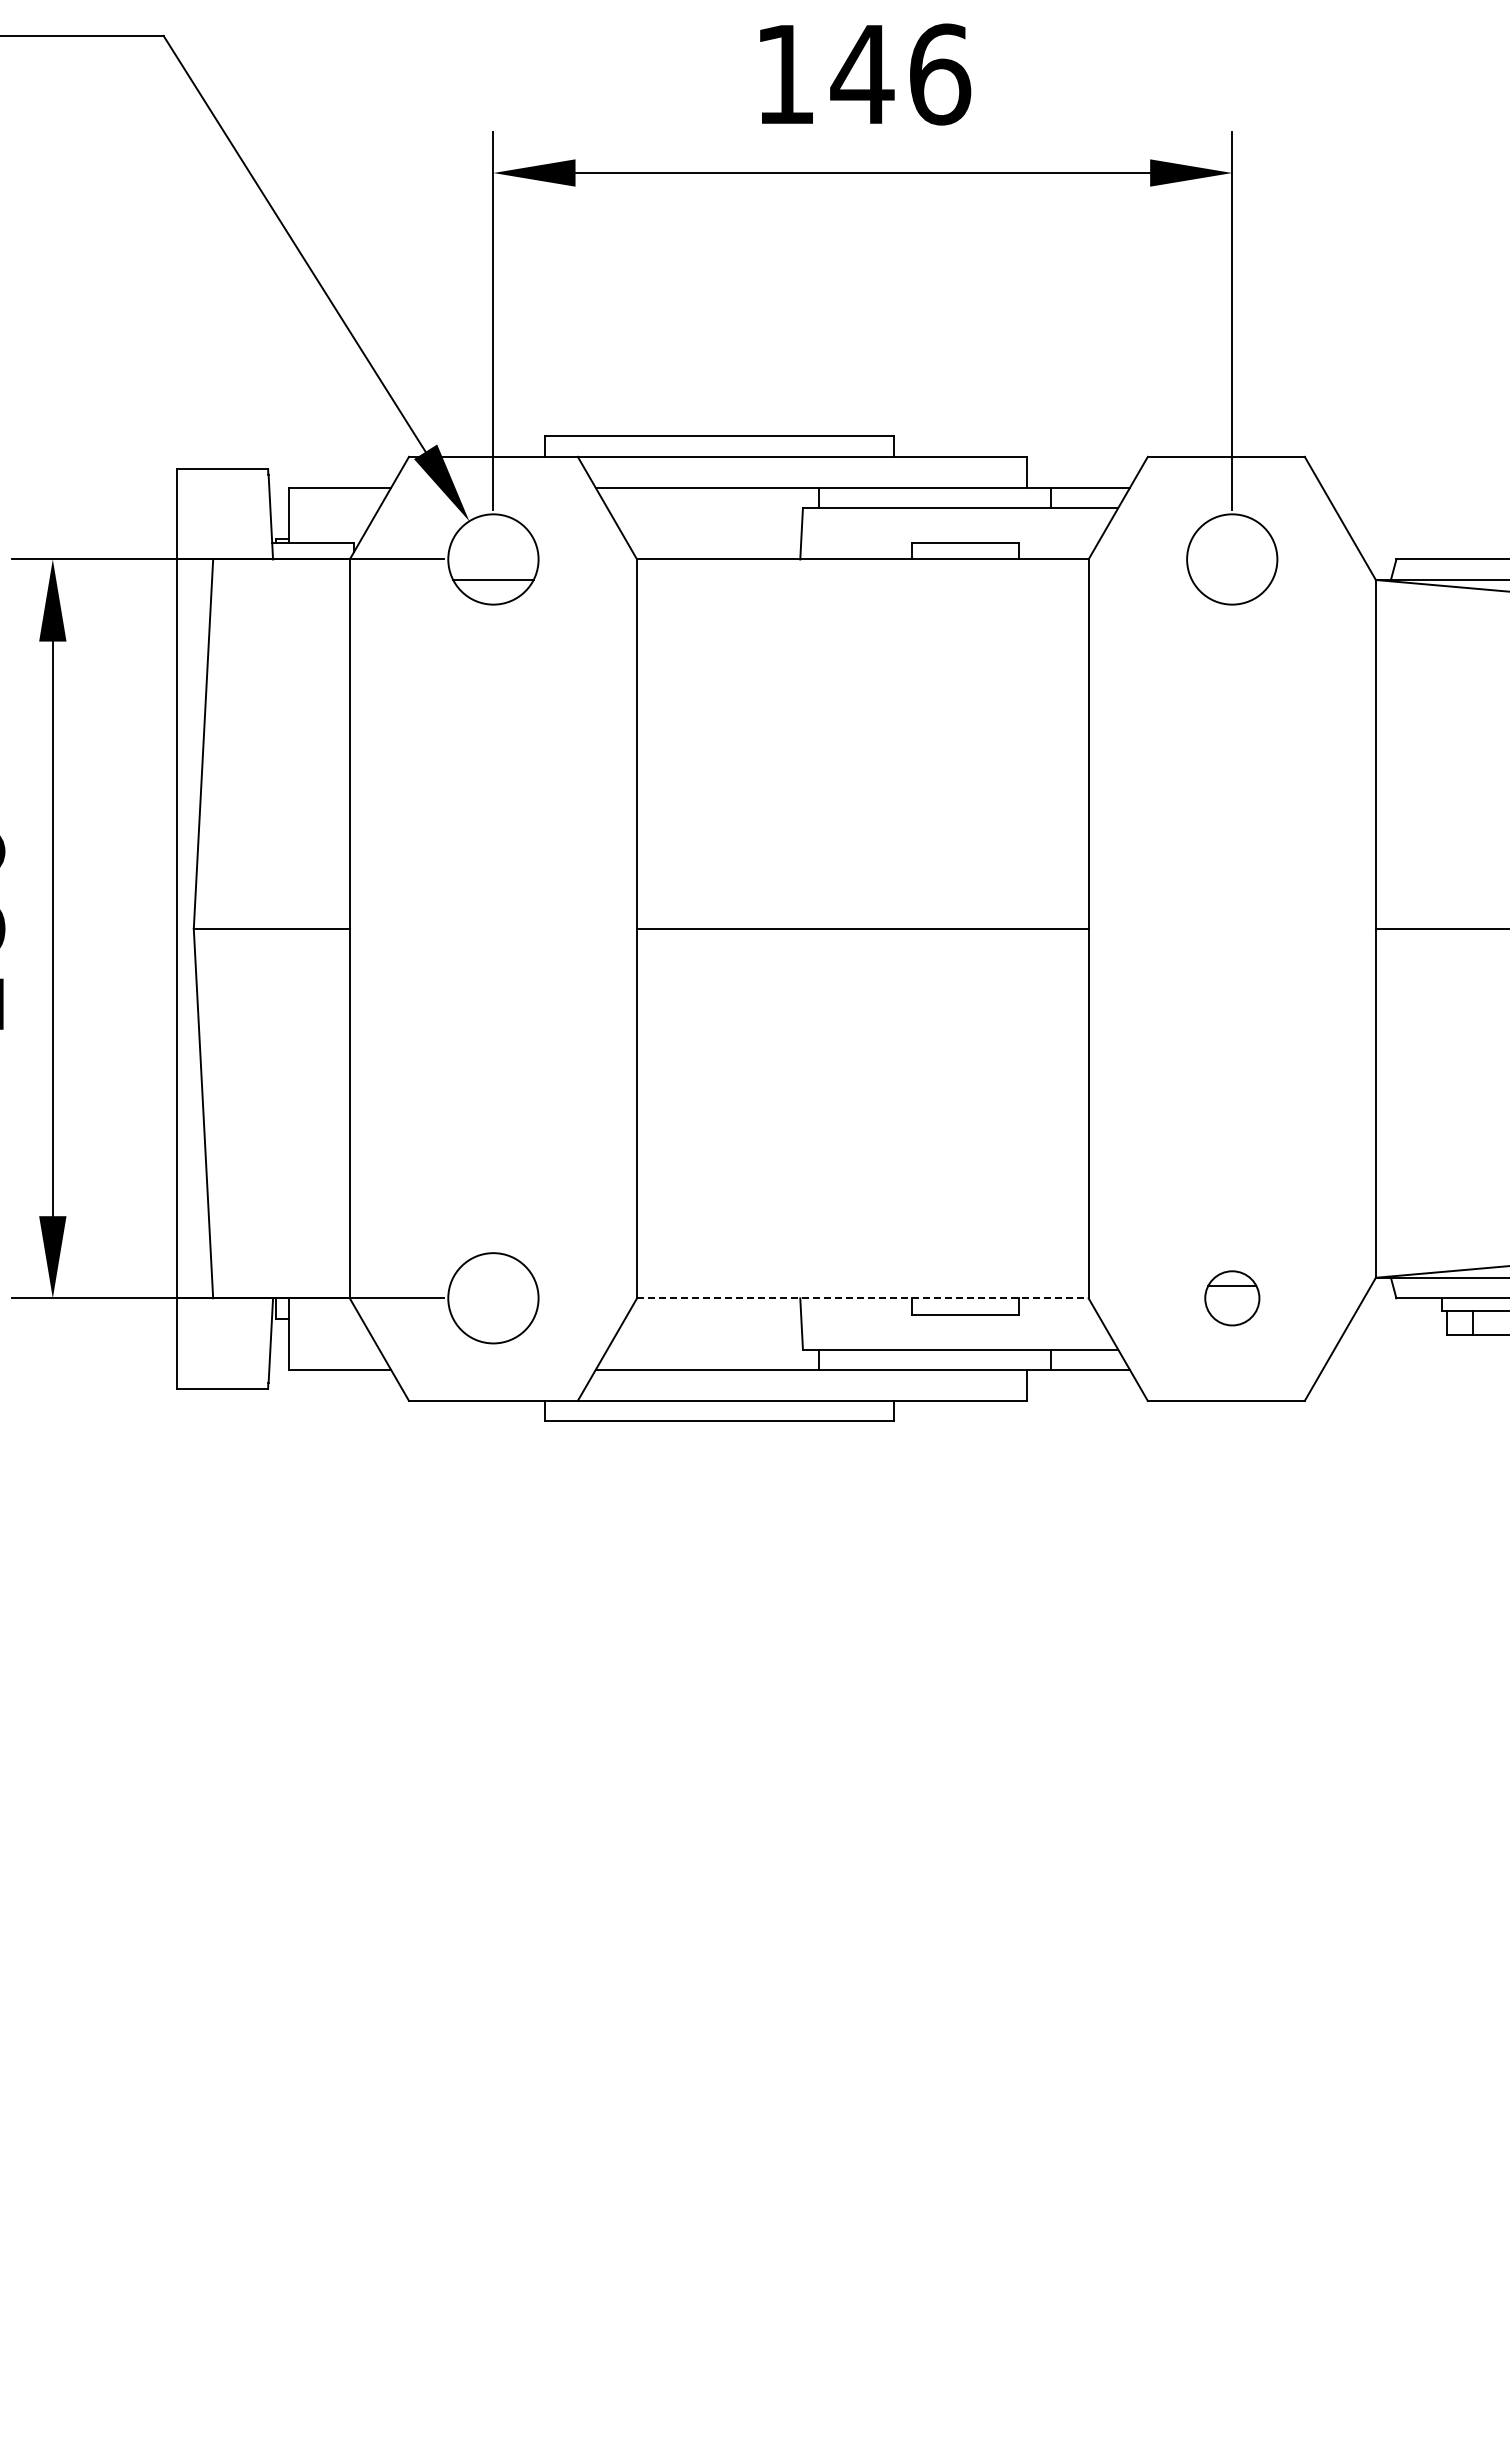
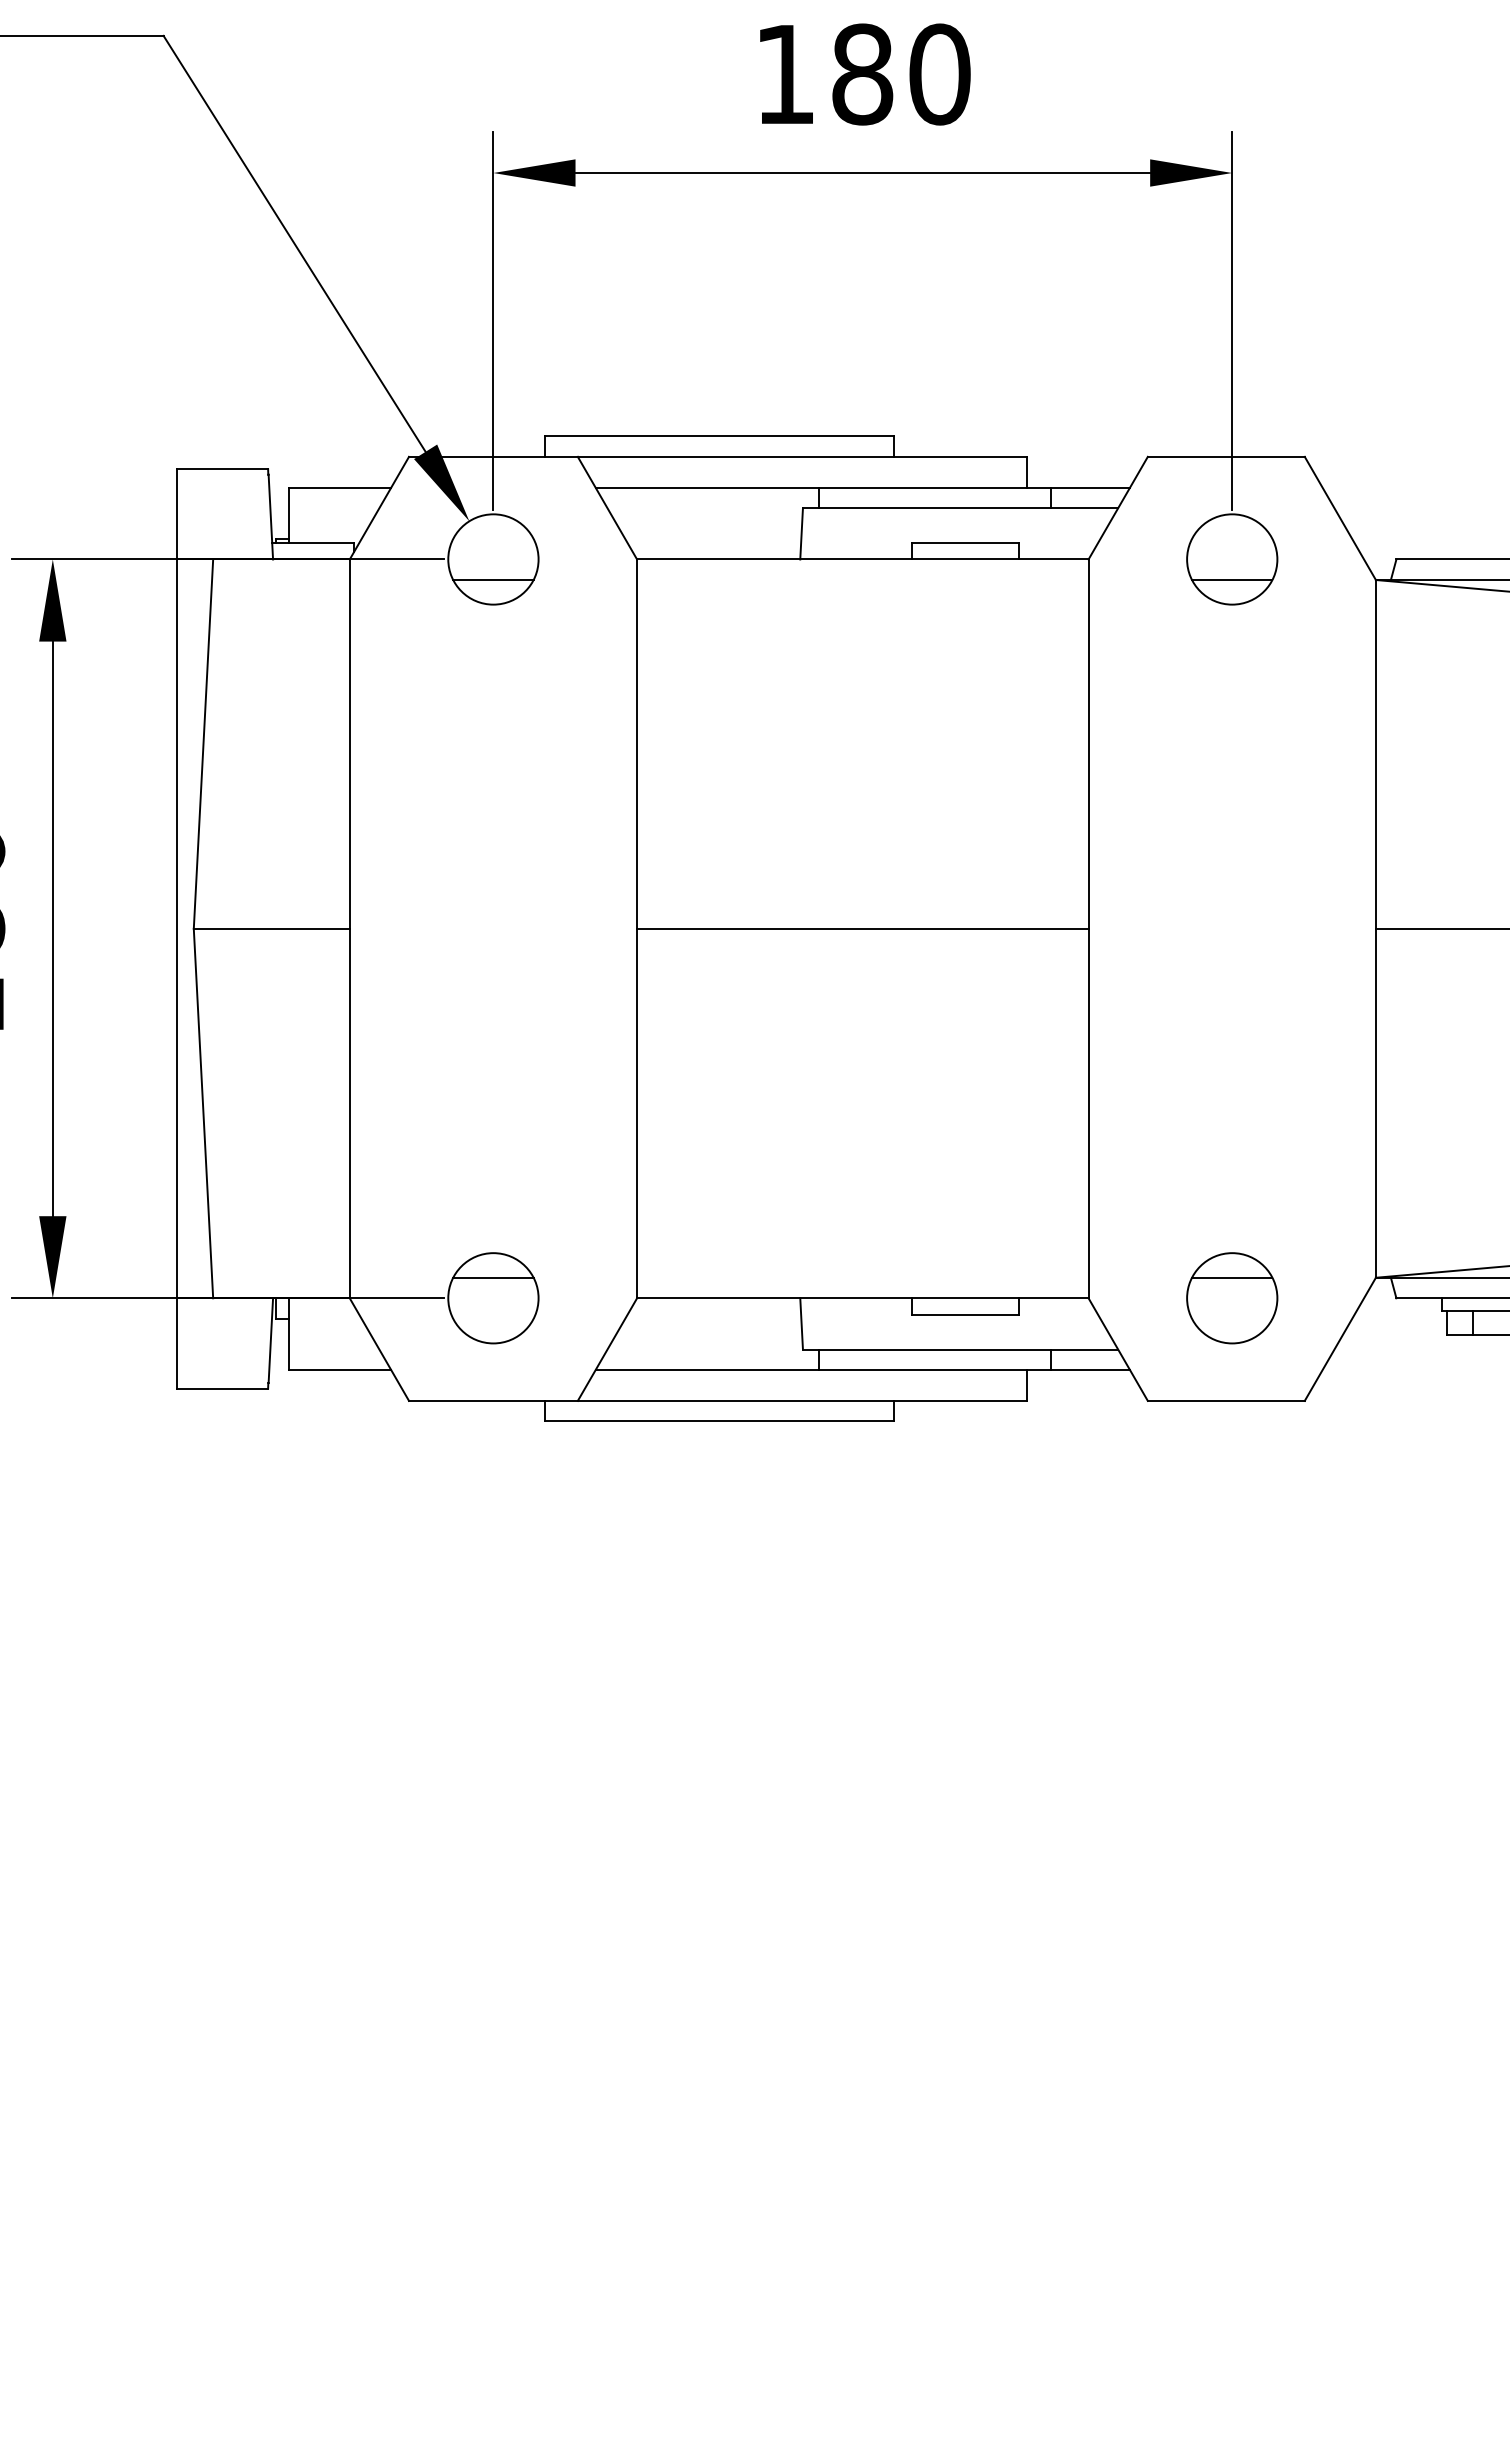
text at (900, 74): 146 -> 180
line at (1232, 580): none -> present
line at (493, 1277): none -> present
line at (862, 1298): dashed -> solid
part at (1232, 1298) size: 57x57 px -> 93x93 px
